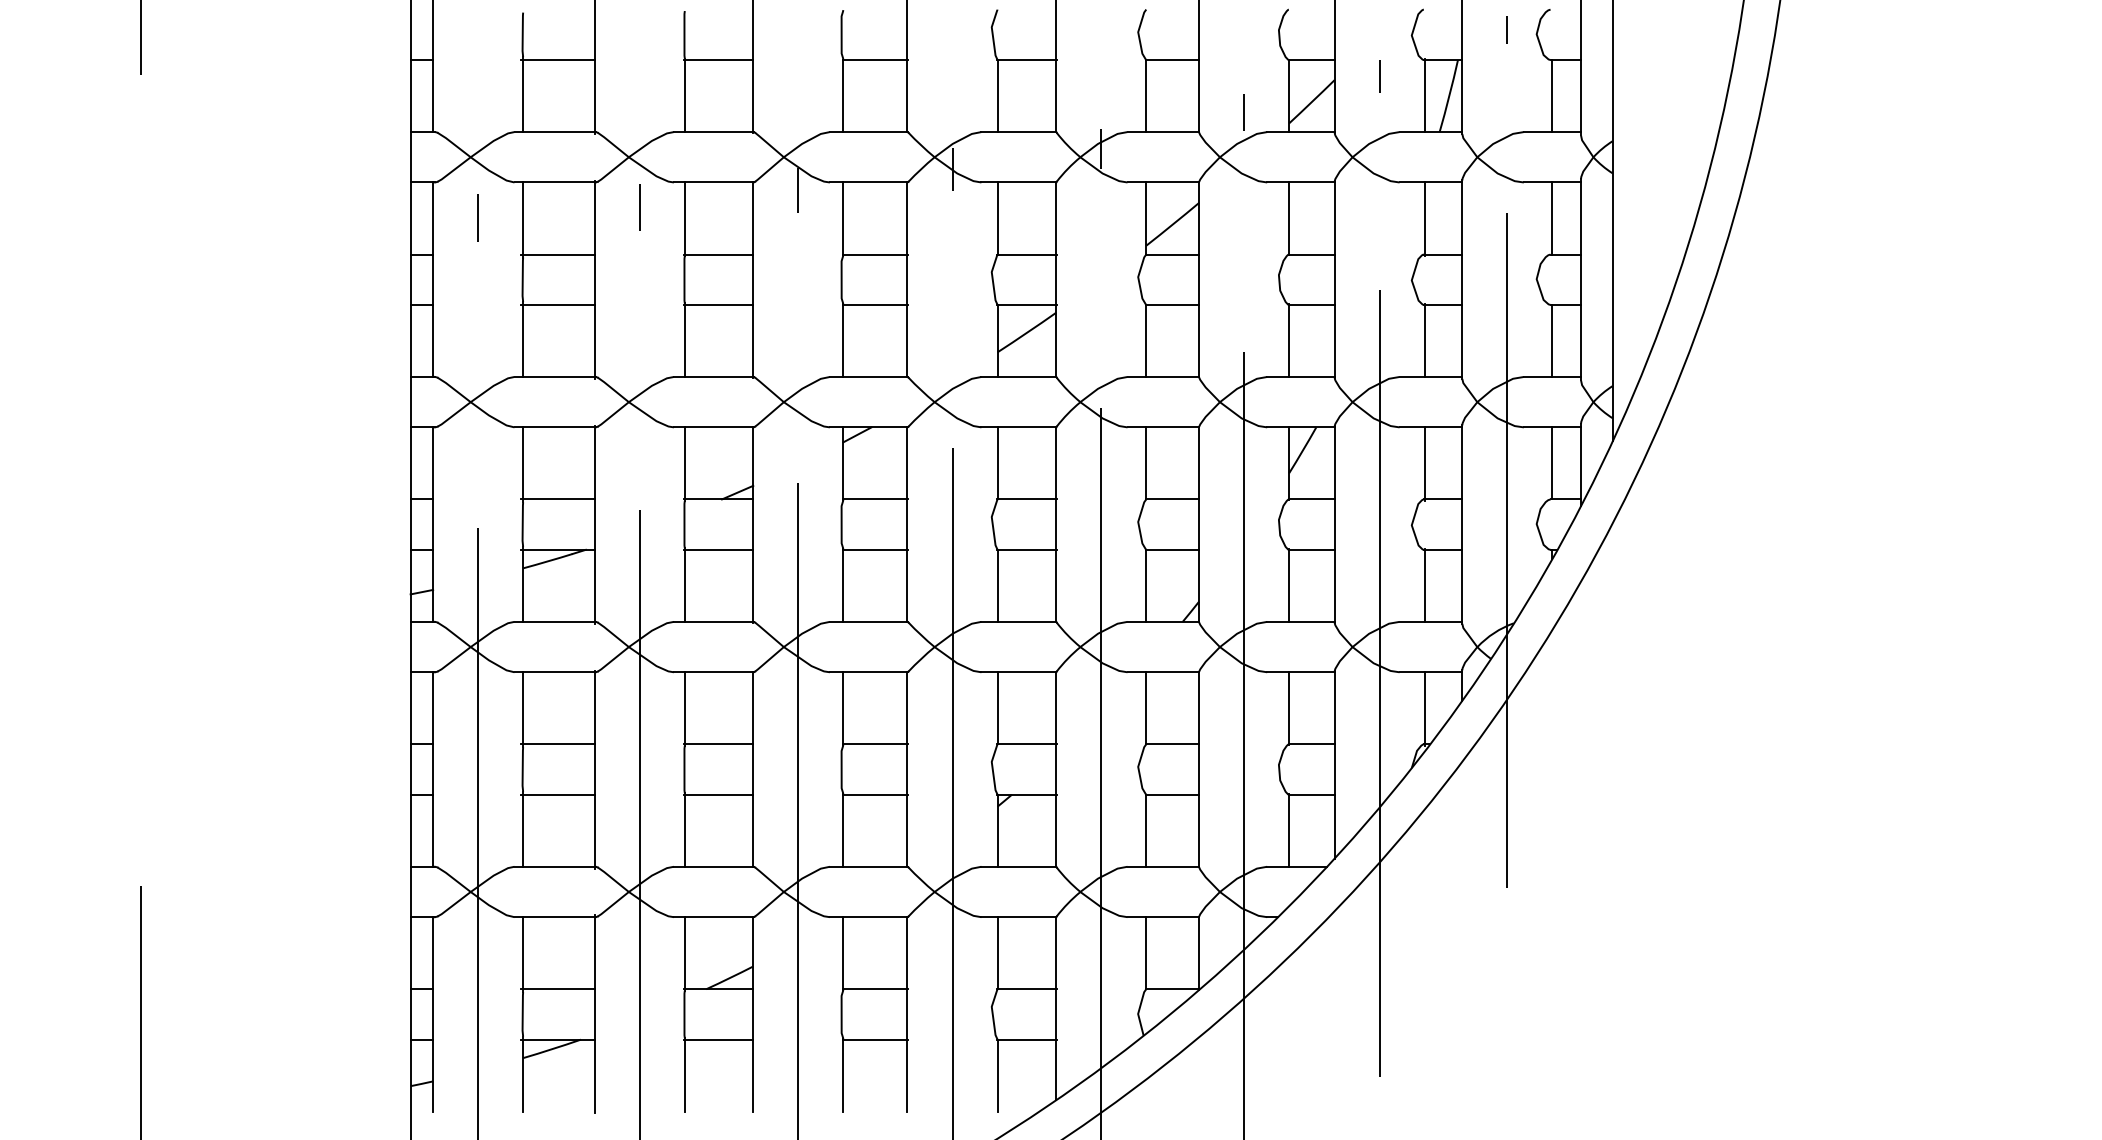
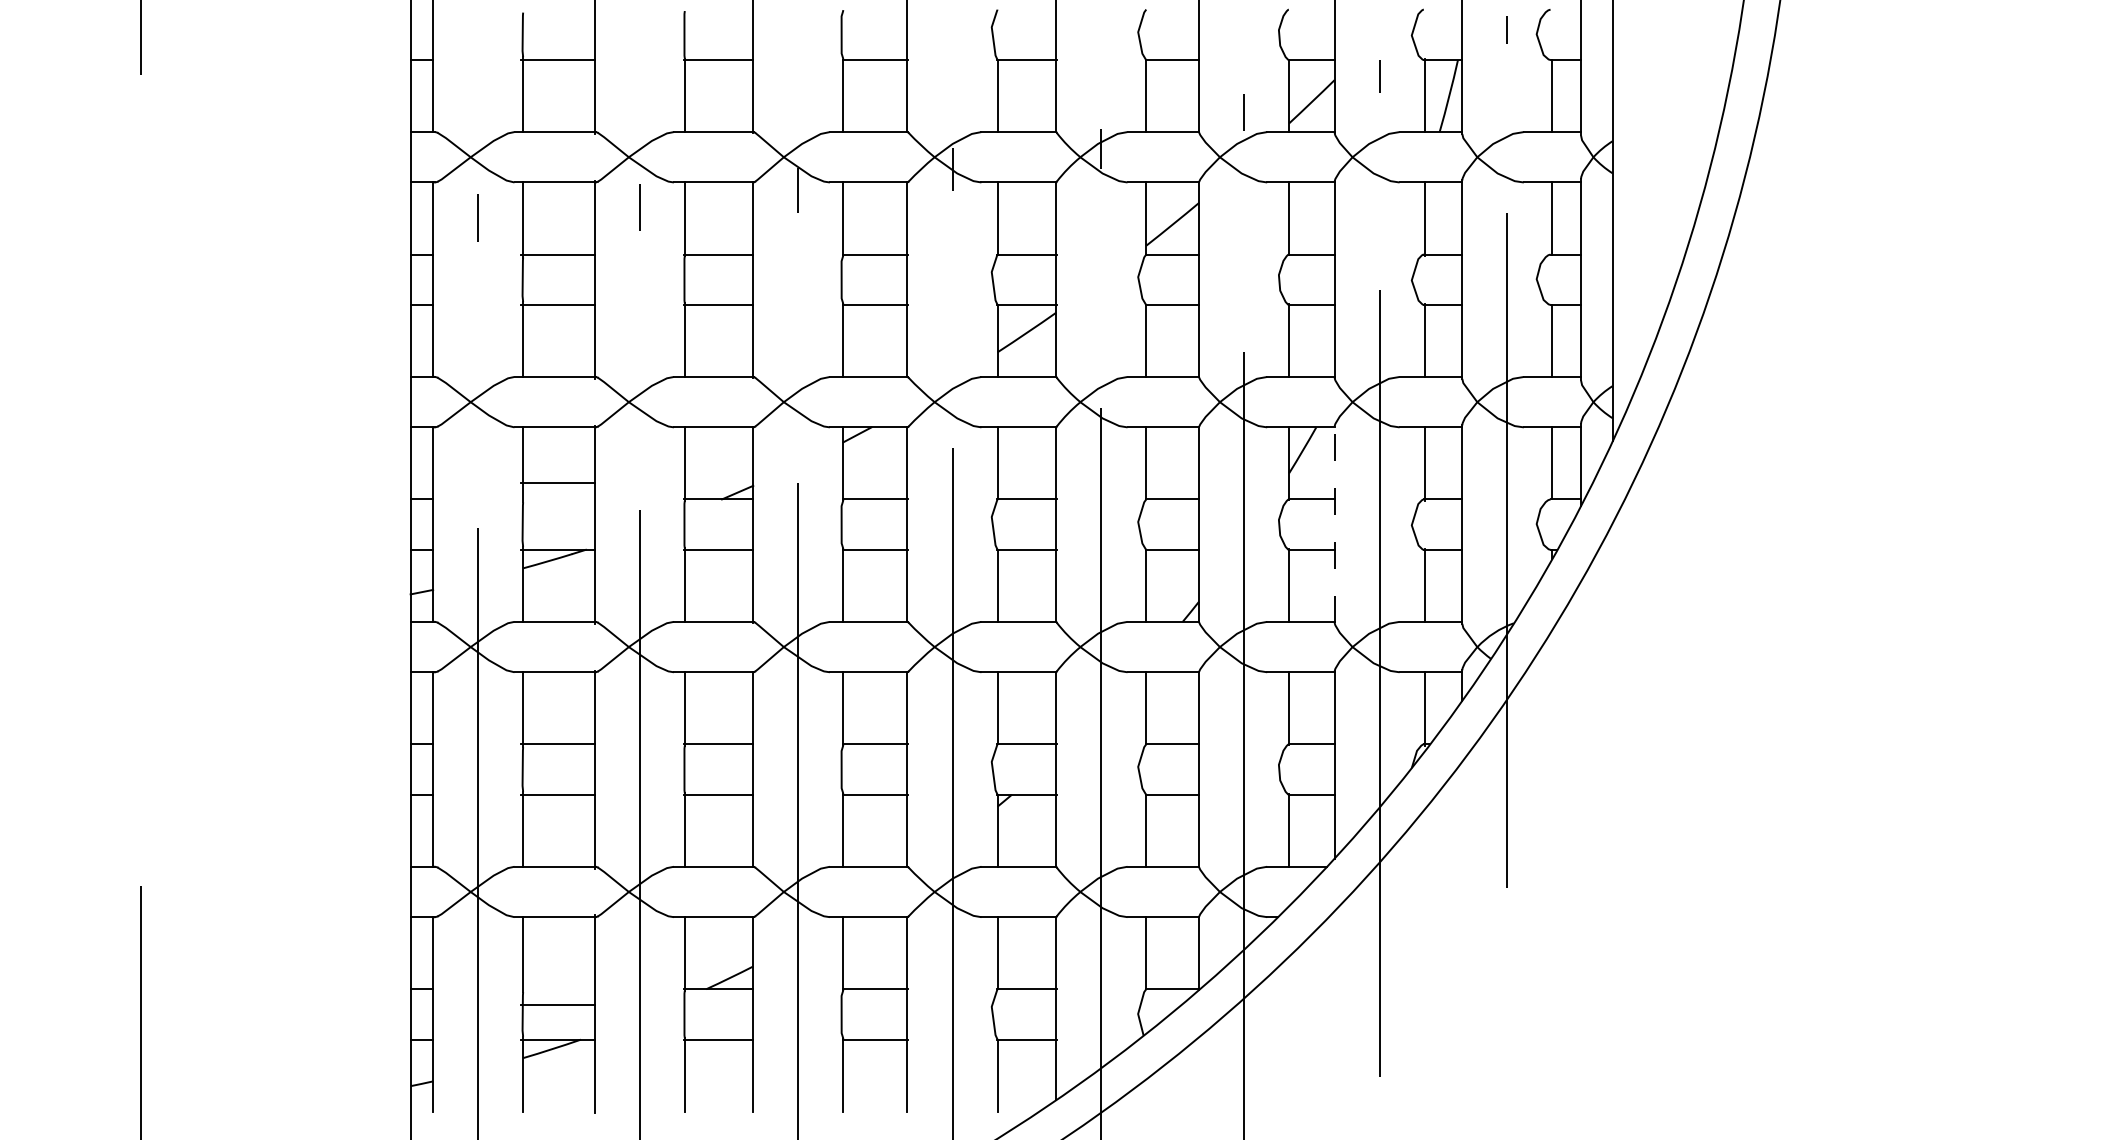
line at (557, 499) position: (557, 499) -> (557, 483)
line at (1334, 524): solid -> dashed
line at (557, 989) position: (557, 989) -> (557, 1005)
